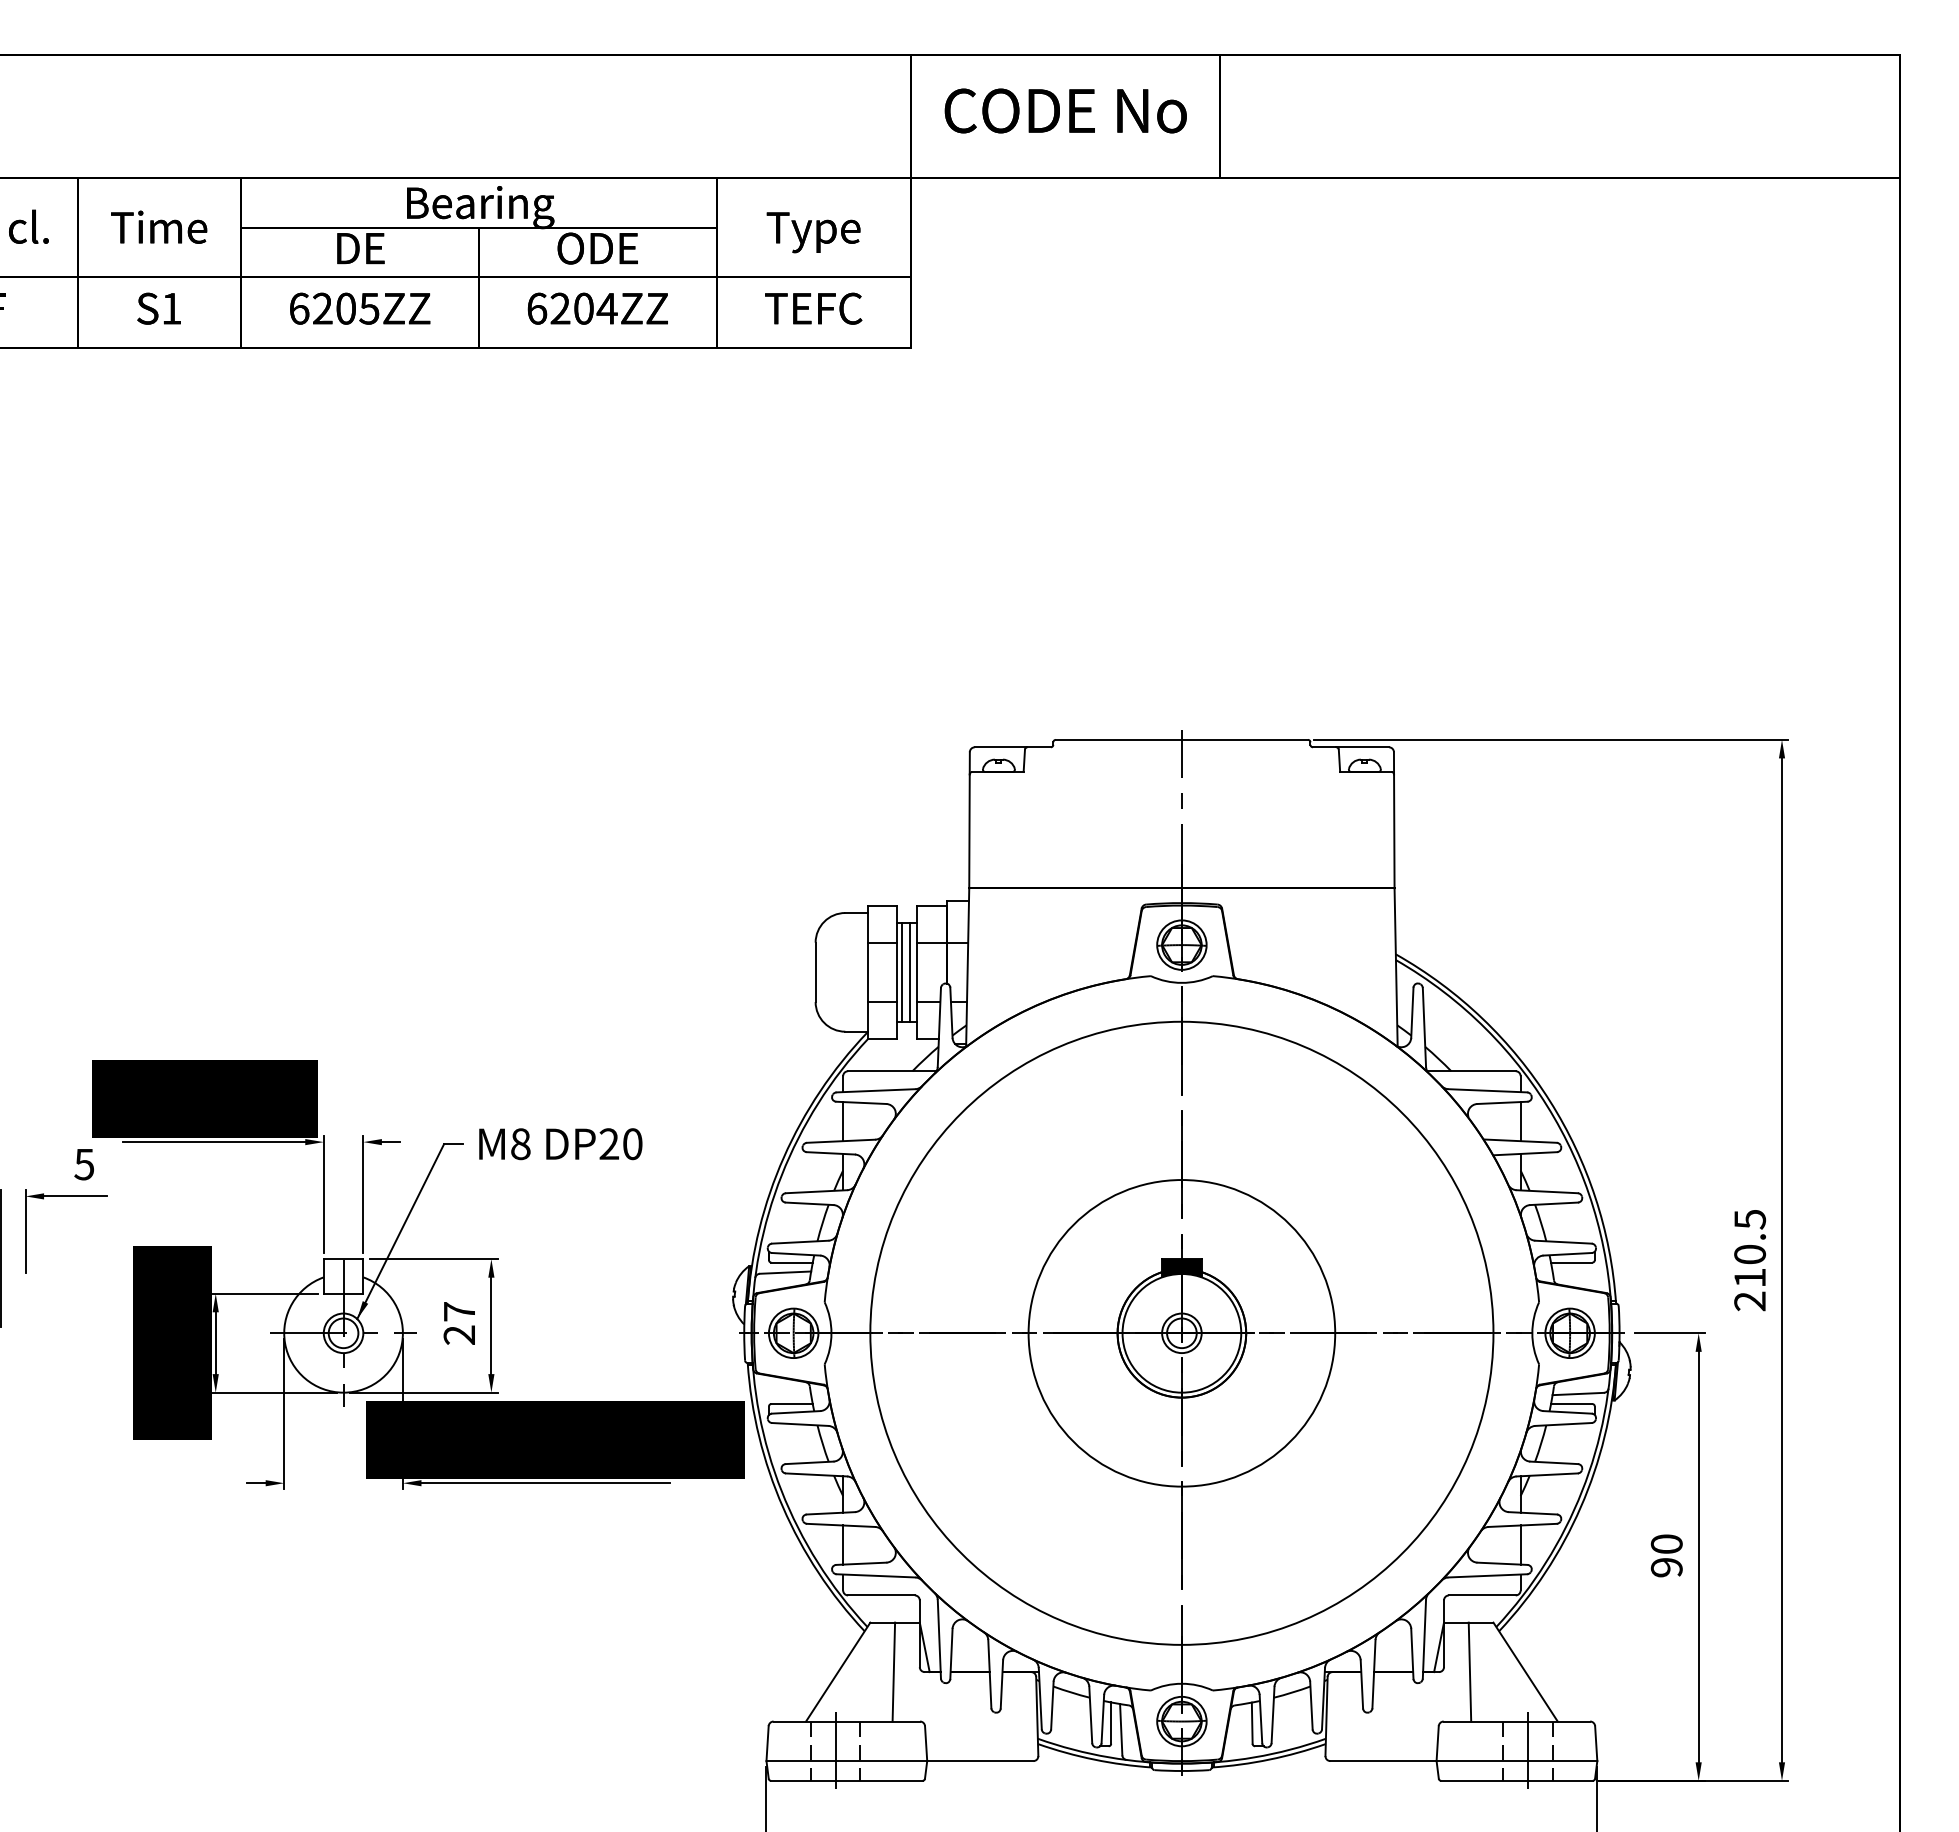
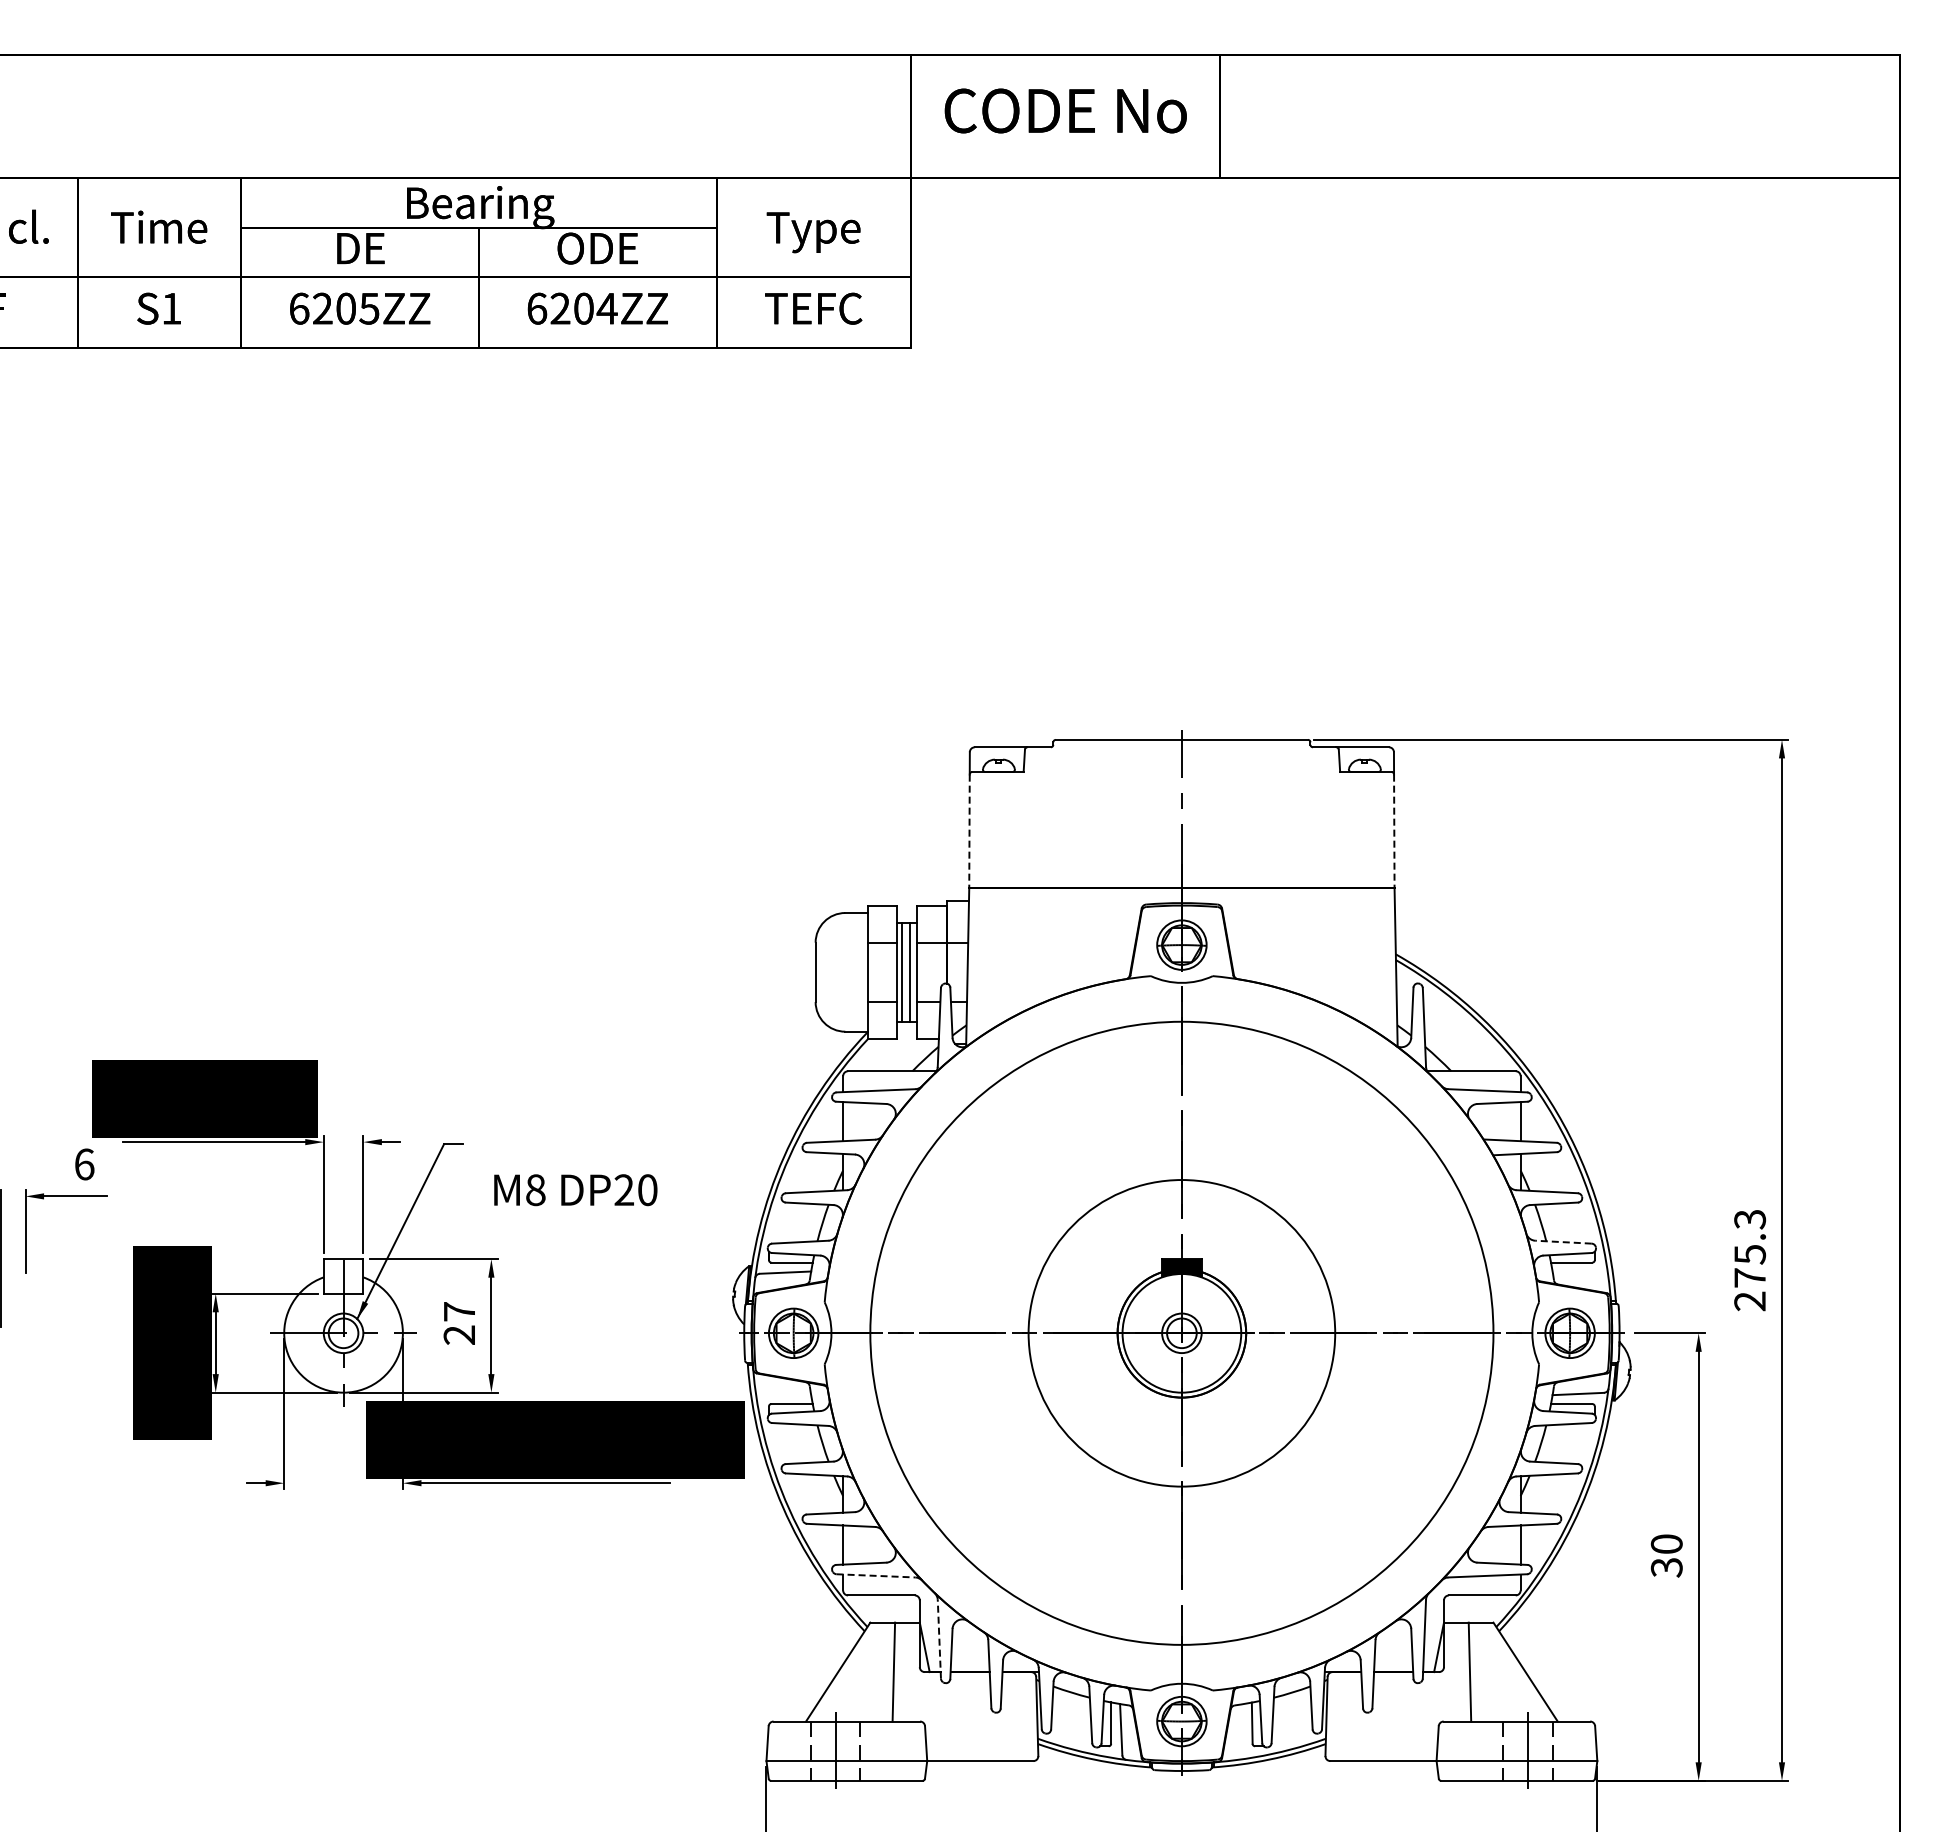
line at (969, 831): solid -> dashed
line at (1394, 831): solid -> dashed
text at (560, 1144) position: (560, 1144) -> (575, 1190)
text at (84, 1164): 5 -> 6
line at (1563, 1242): solid -> dashed
text at (1749, 1248): 210.5 -> 275.3
text at (1666, 1567): 90 -> 30
line at (876, 1575): solid -> dashed
line at (939, 1638): solid -> dashed
